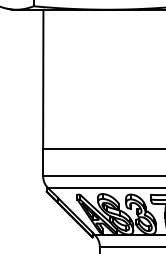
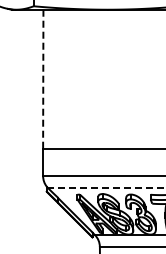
line at (43, 79): solid -> dashed
line at (106, 188): solid -> dashed
